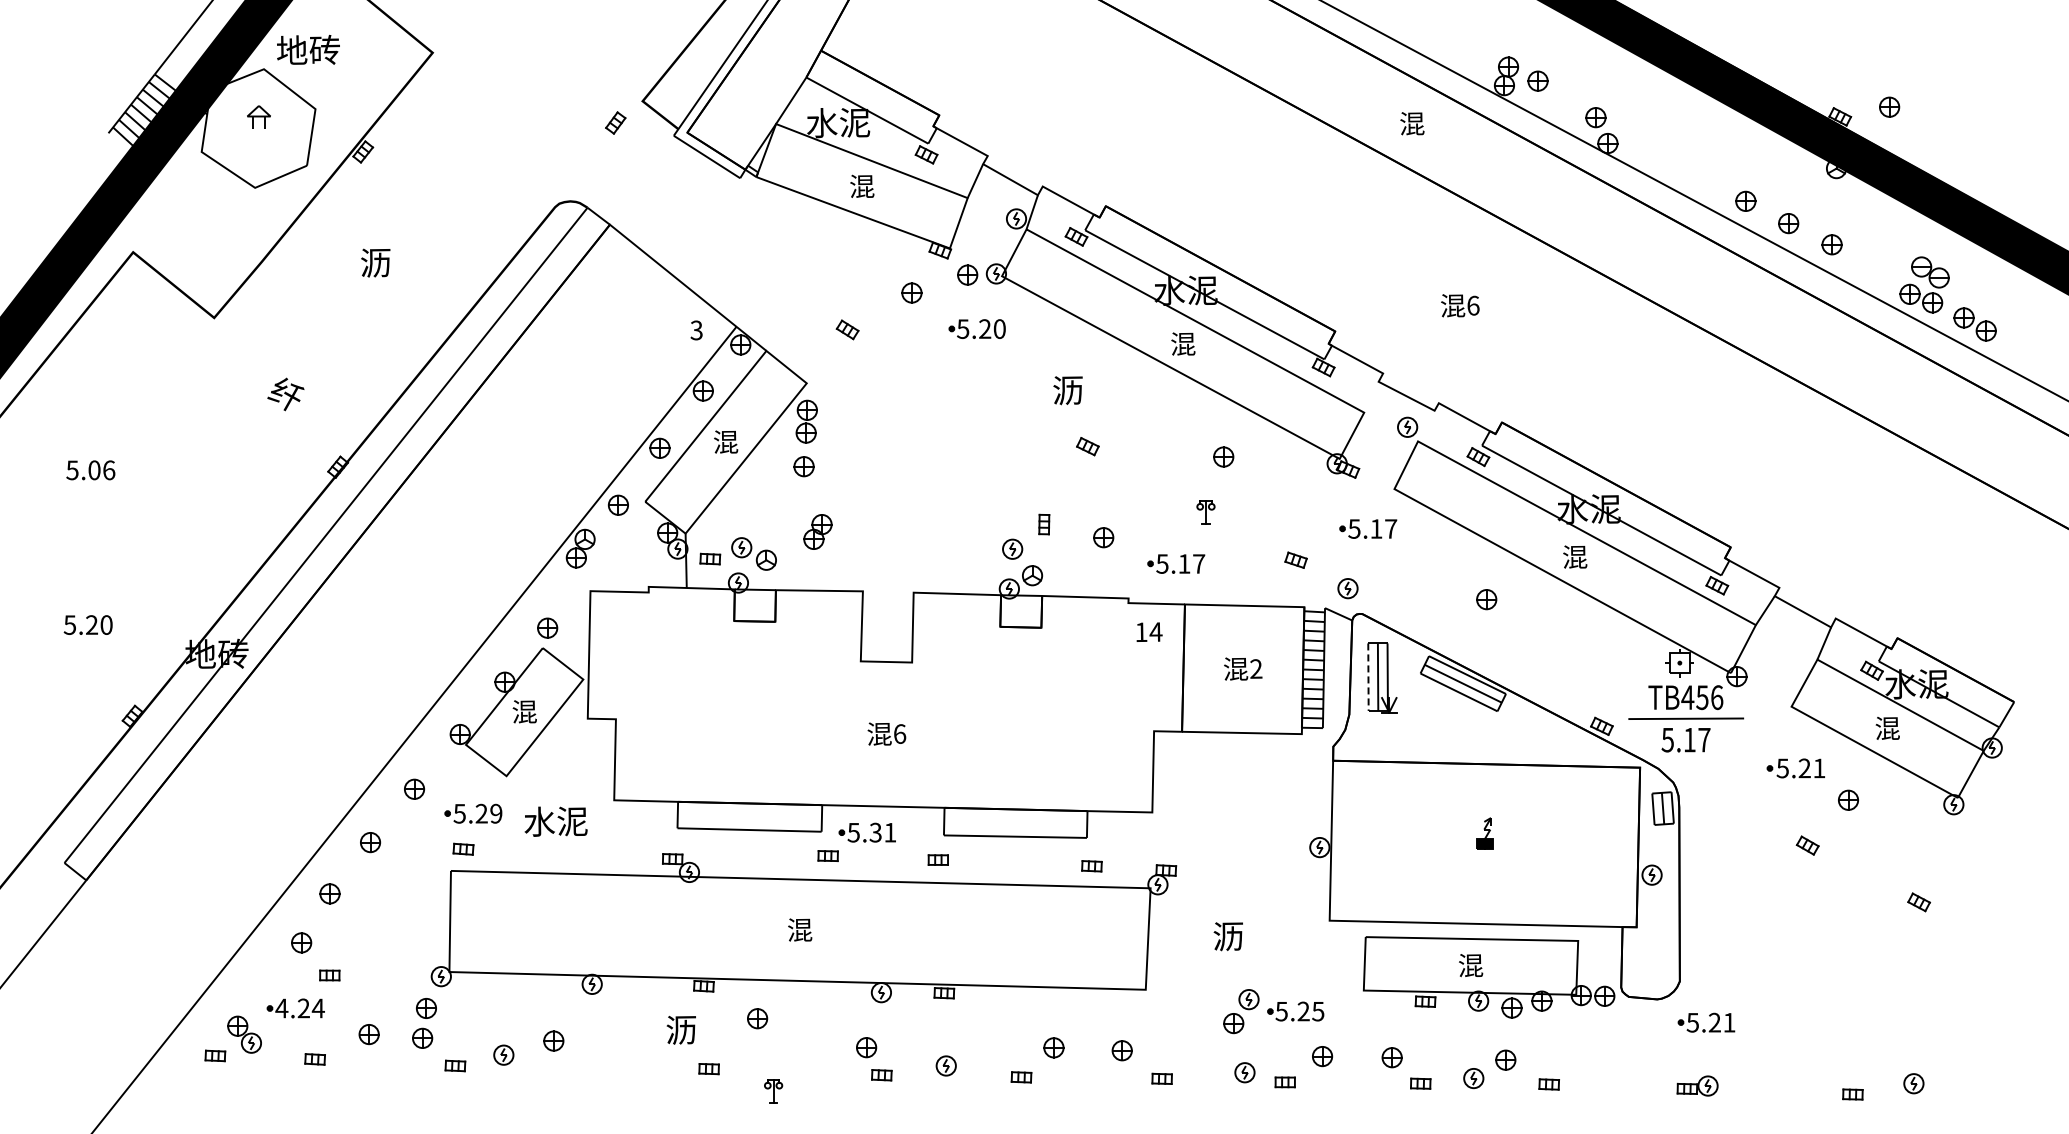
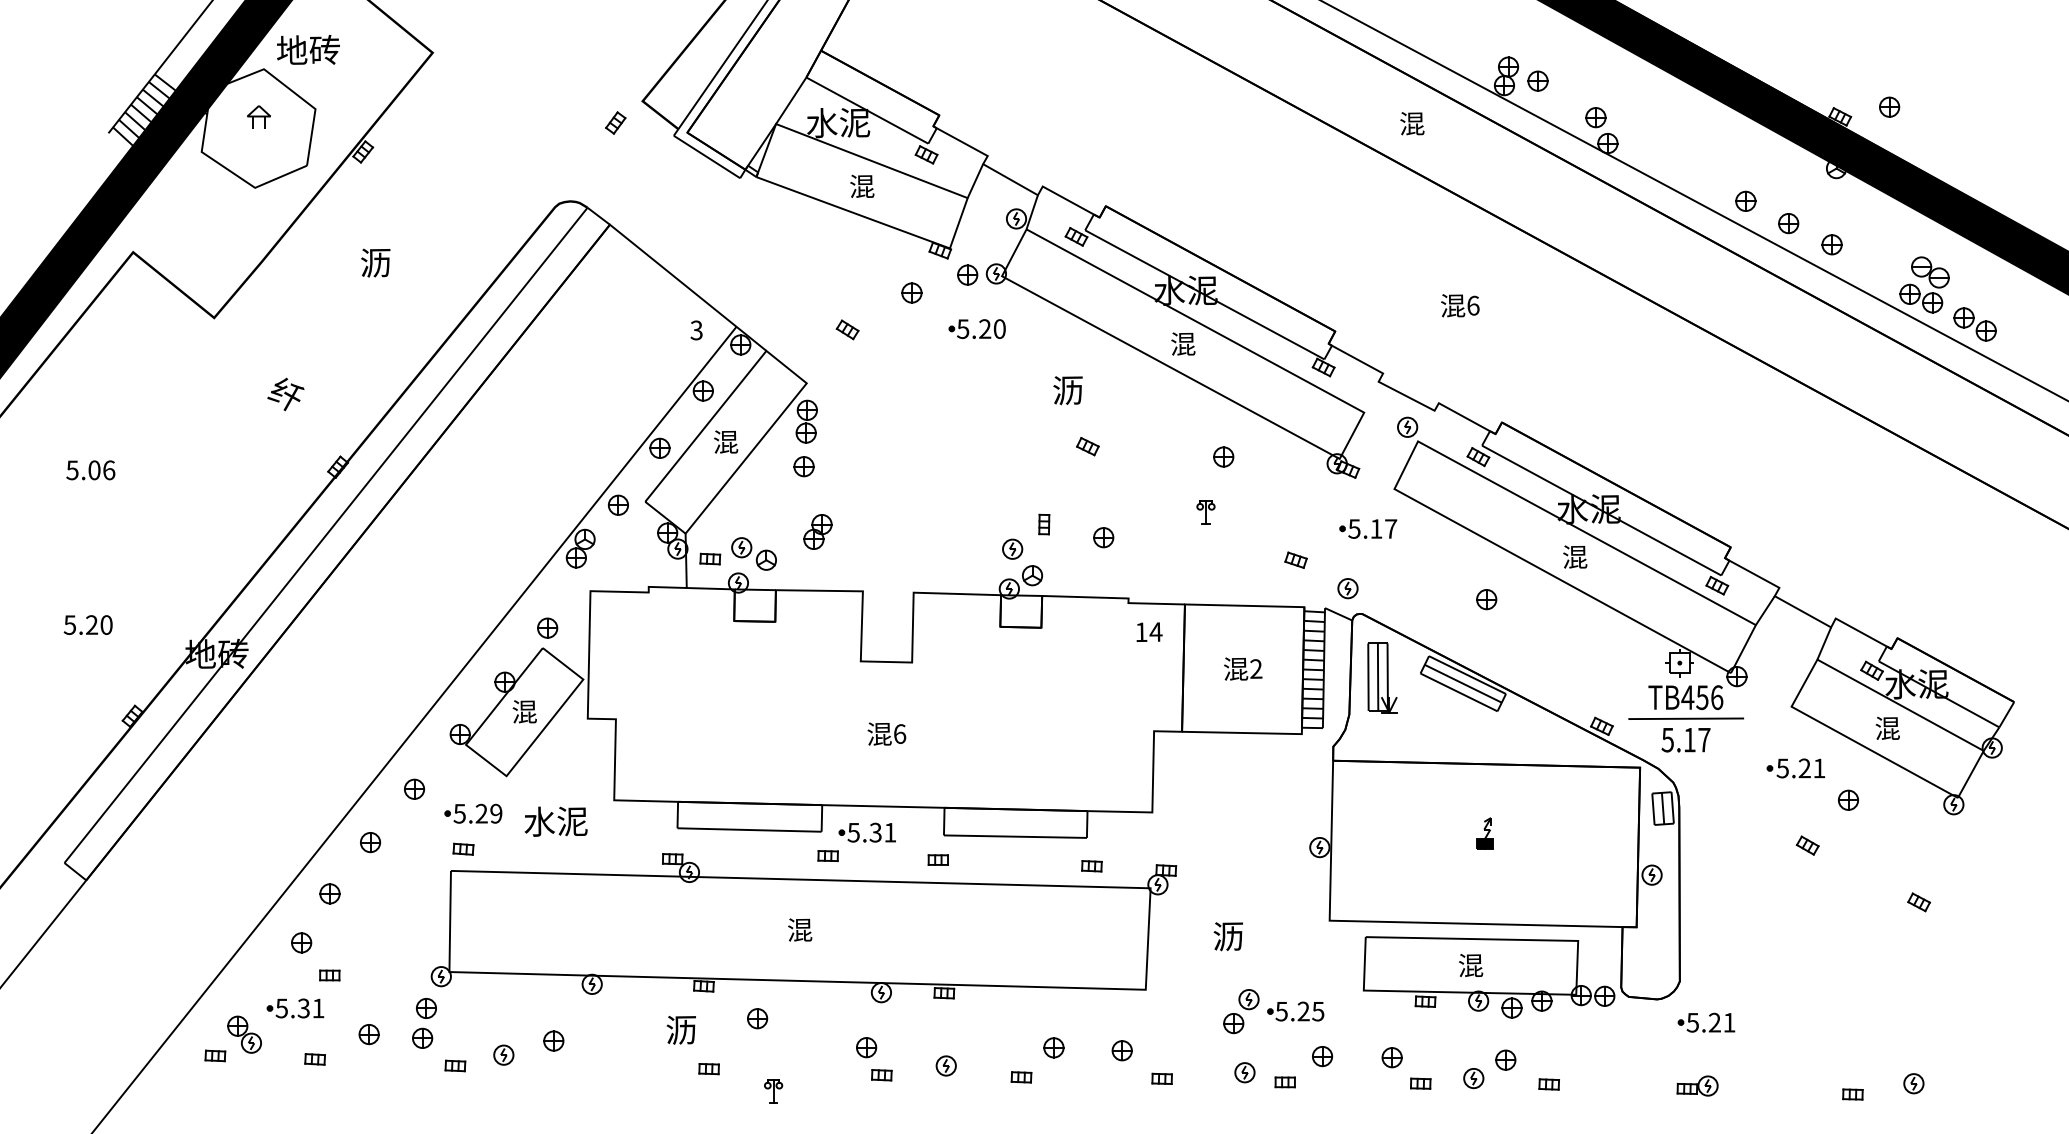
part at (1180, 557): present -> none
line at (1368, 677): dashed -> solid
text at (299, 1008): 4.24 -> 5.31
